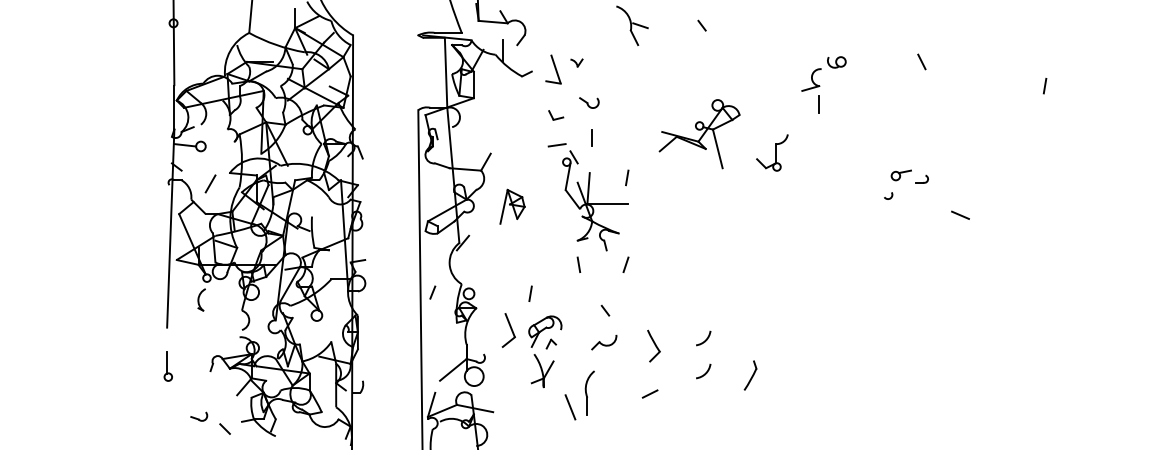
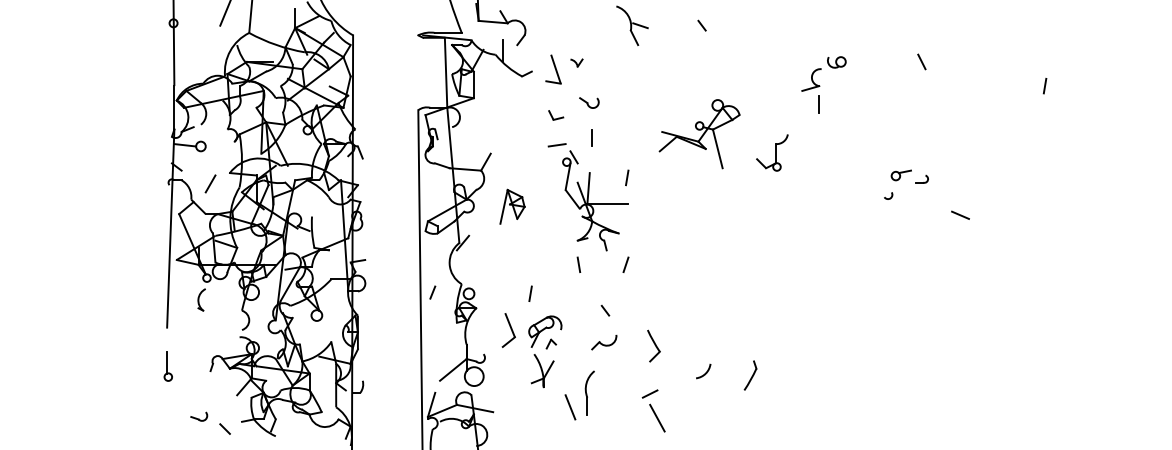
line at (224, 13): none -> present
arc at (705, 339): present -> none
line at (657, 417): none -> present
